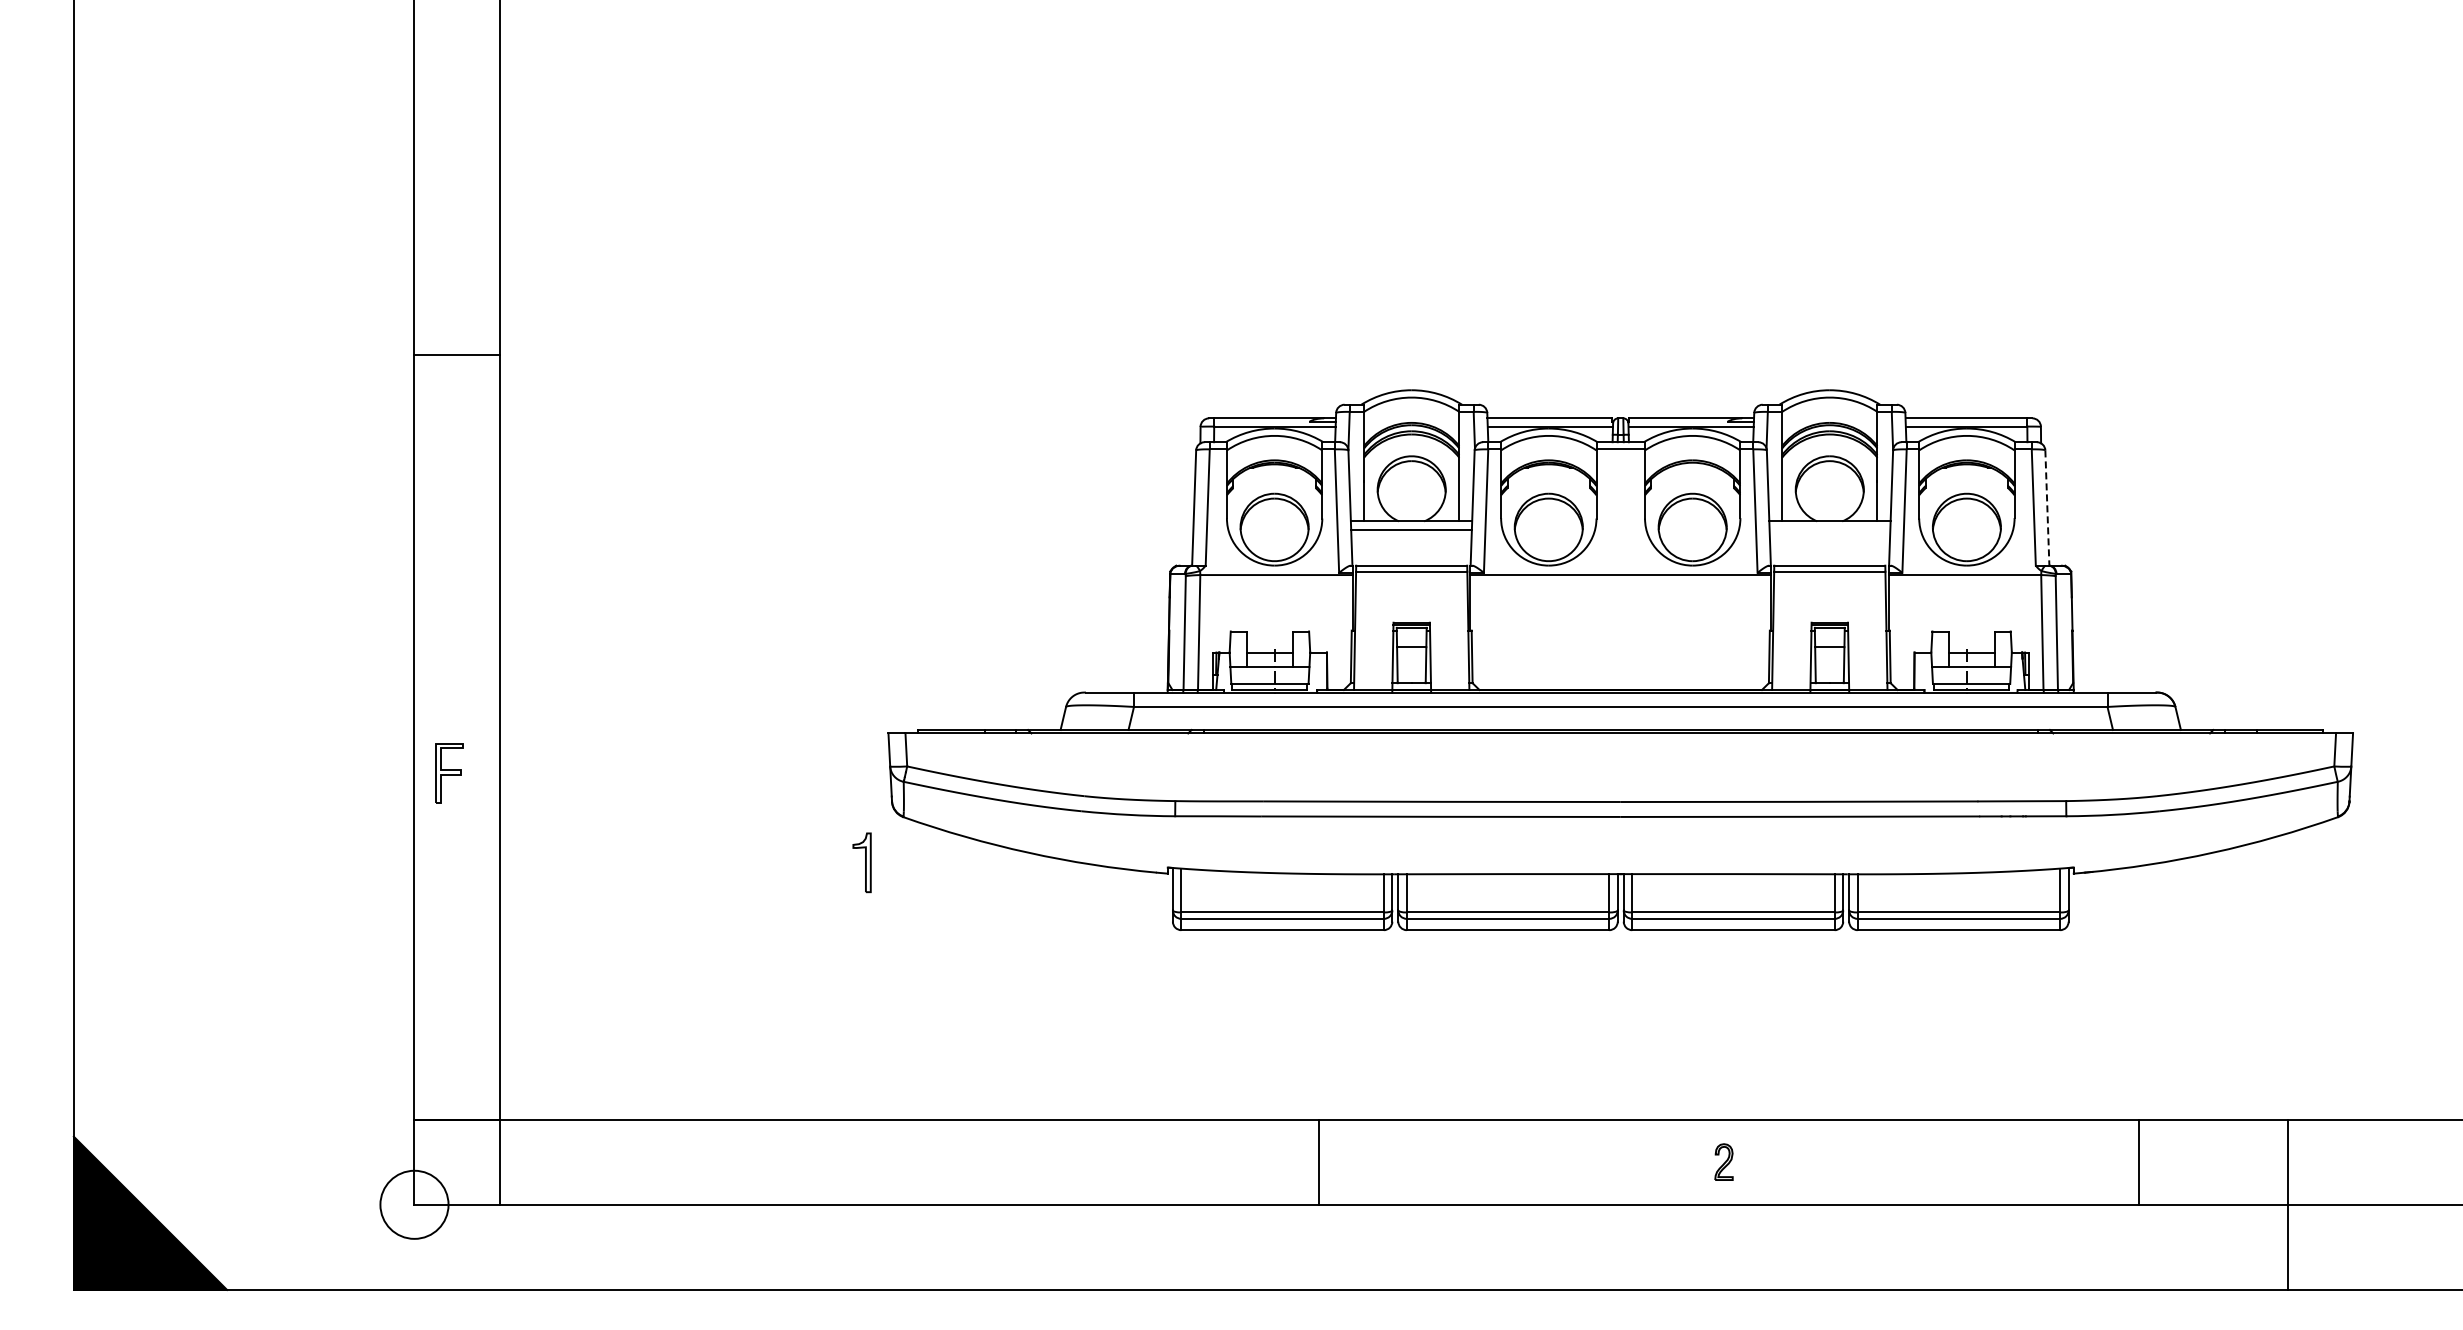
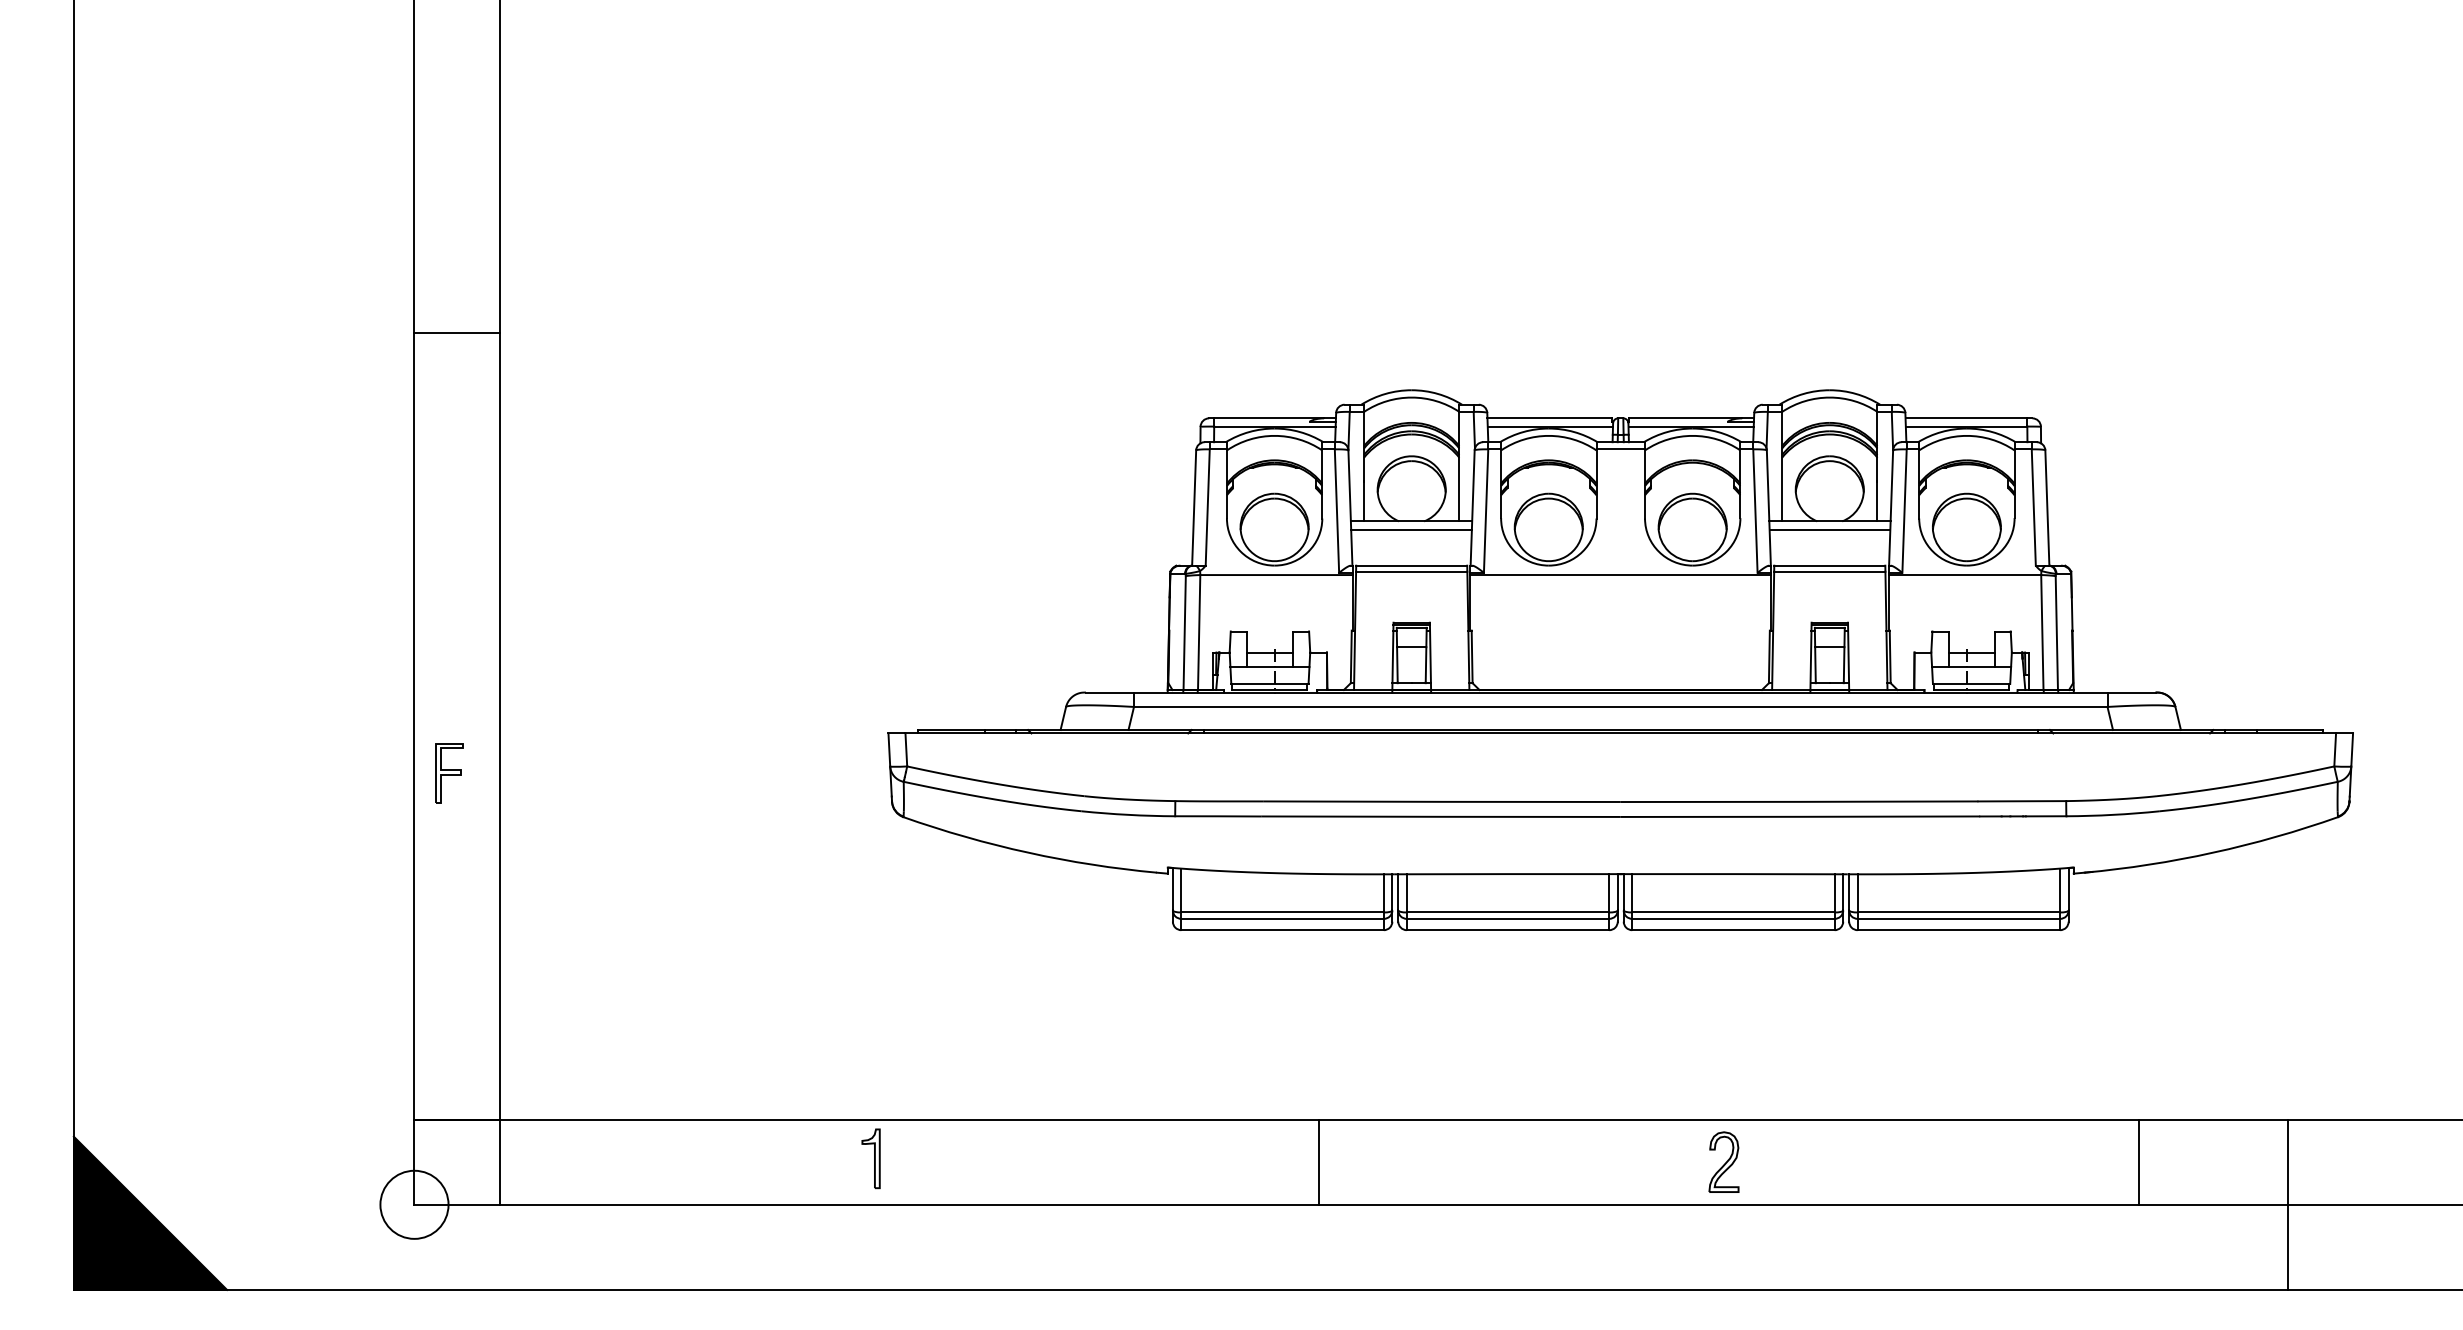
line at (456, 355) position: (456, 355) -> (456, 333)
line at (2047, 508): dashed -> solid
line at (1829, 529): none -> present
part at (861, 862) position: (861, 862) -> (870, 1158)
part at (1723, 1161) size: 20x38 px -> 32x62 px
